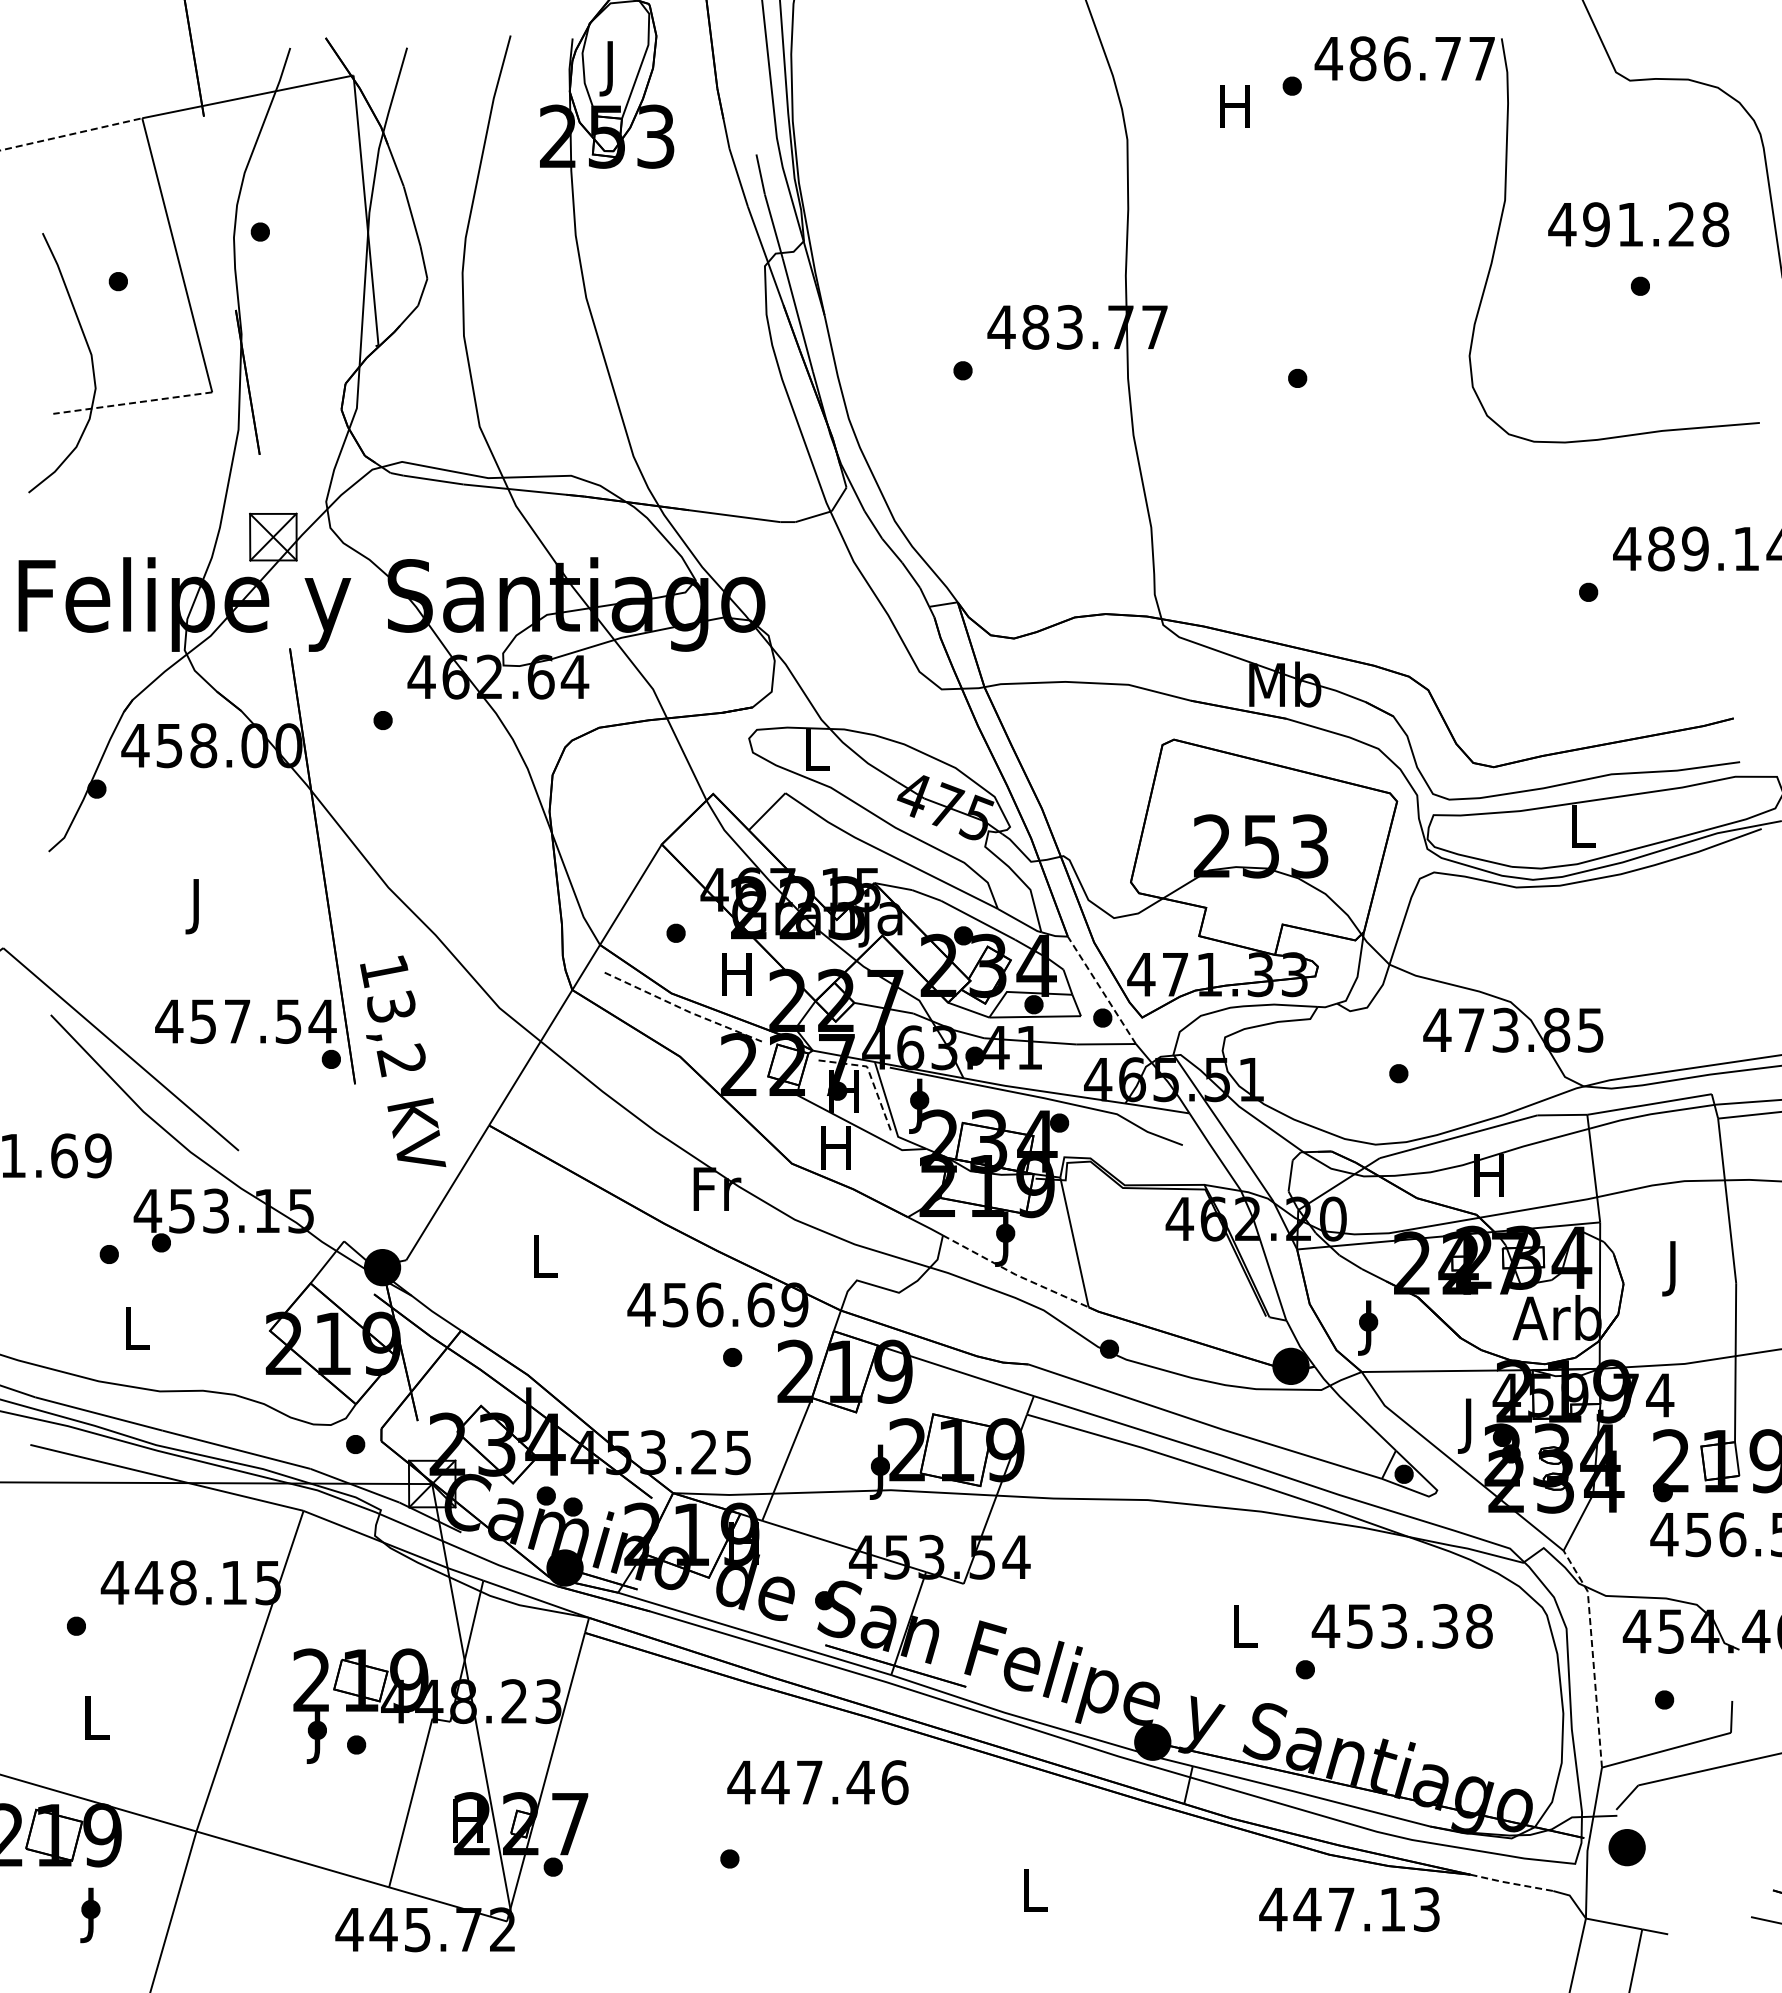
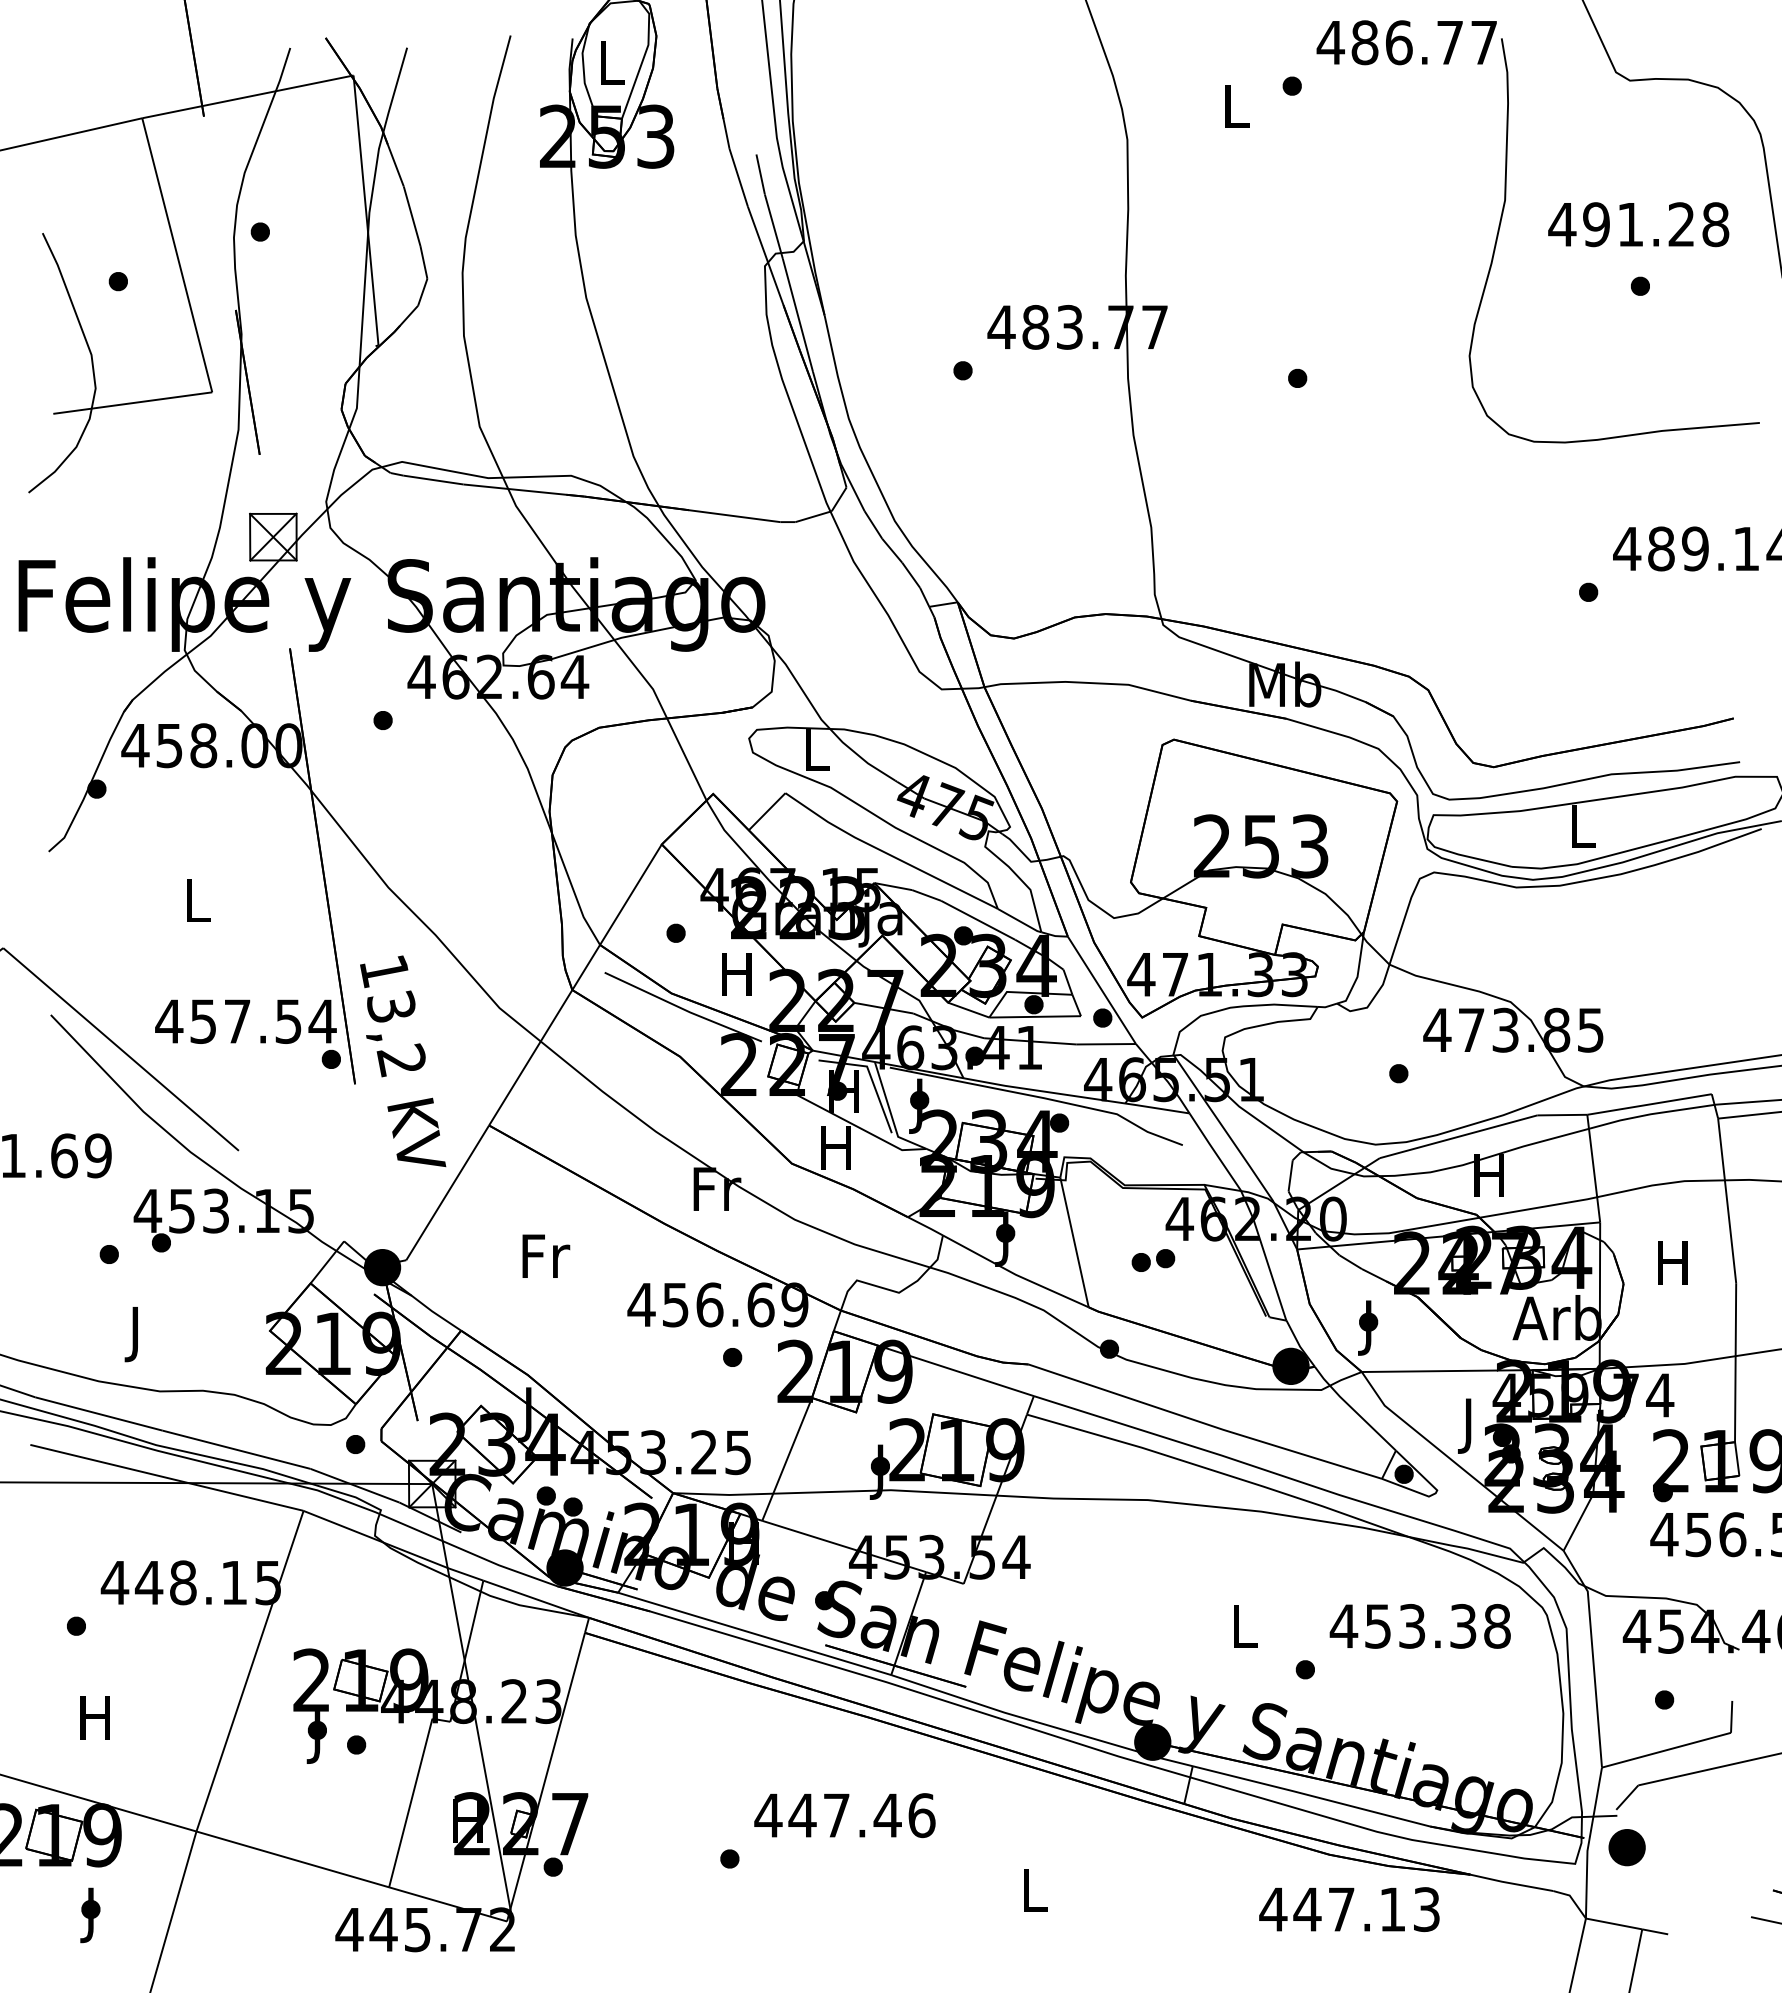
text at (1404, 58) position: (1404, 58) -> (1406, 42)
text at (611, 68): J -> L
text at (1234, 106): H -> L
line at (71, 134): dashed -> solid
line at (132, 403): dashed -> solid
text at (197, 906): J -> L
line at (1101, 990): dashed -> solid
line at (683, 1009): dashed -> solid
line at (870, 1076): dashed -> solid
text at (546, 1255): L -> Fr
part at (1153, 1260): none -> present
text at (1672, 1268): J -> H
line at (1014, 1274): dashed -> solid
text at (136, 1334): L -> J
text at (1401, 1626) position: (1401, 1626) -> (1419, 1626)
line at (1592, 1655): dashed -> solid
text at (94, 1717): L -> H
text at (817, 1782) position: (817, 1782) -> (844, 1815)
line at (1511, 1883): dashed -> solid
